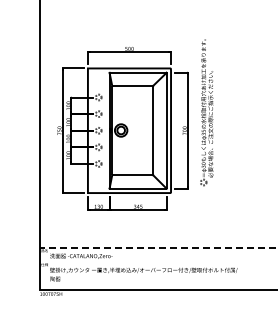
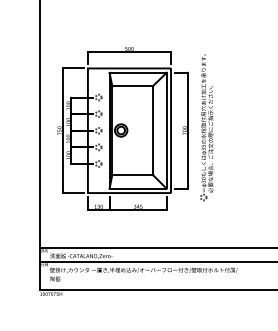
part at (206, 112) position: (206, 112) -> (206, 127)
line at (158, 247): dashed -> solid
line at (156, 262): none -> present
